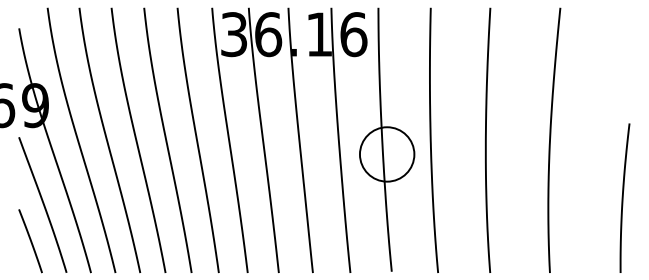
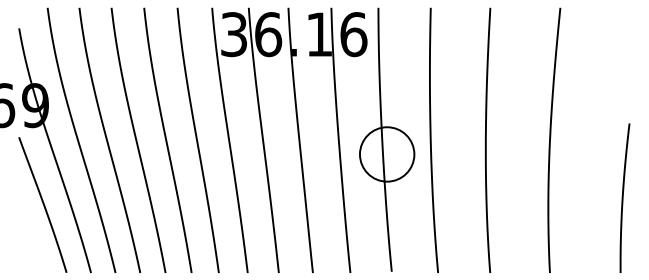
line at (30, 241): present -> none
